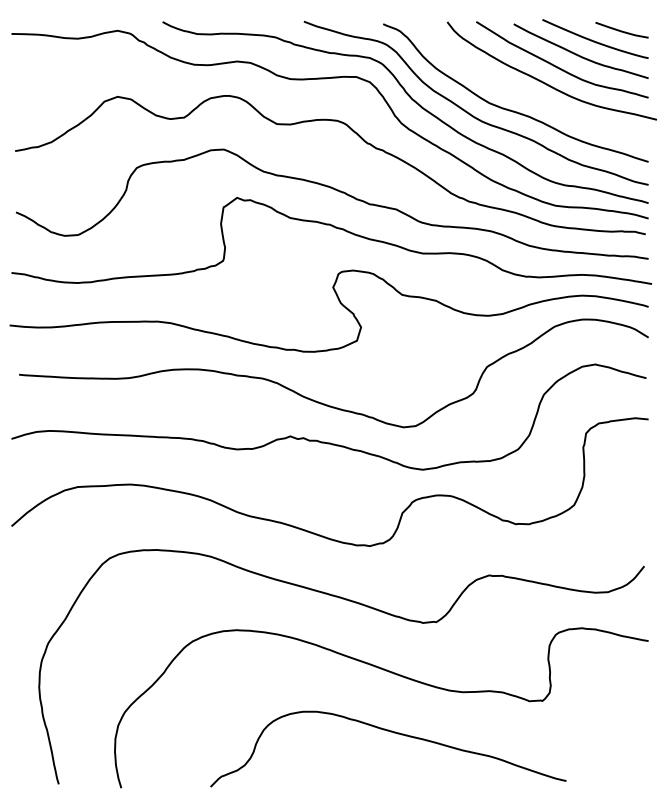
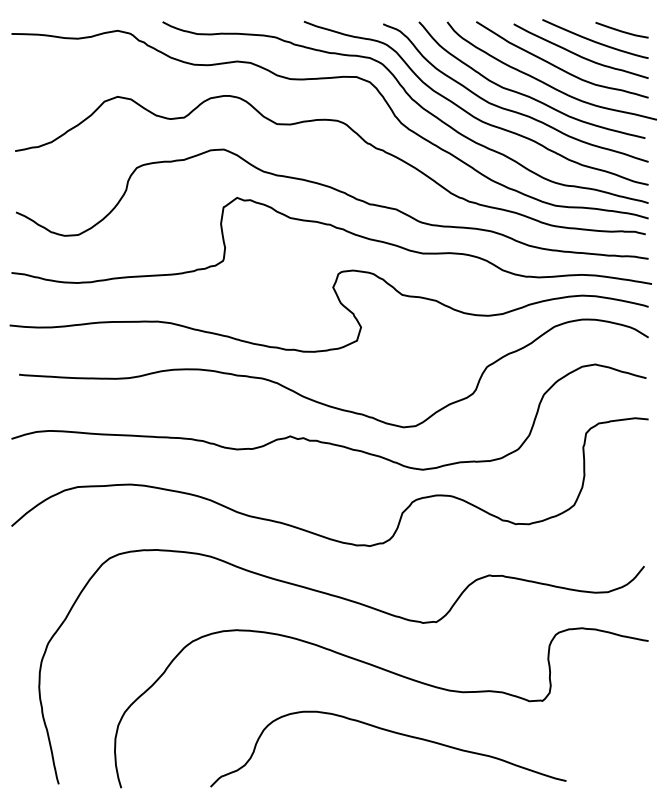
curve at (526, 94): none -> present
